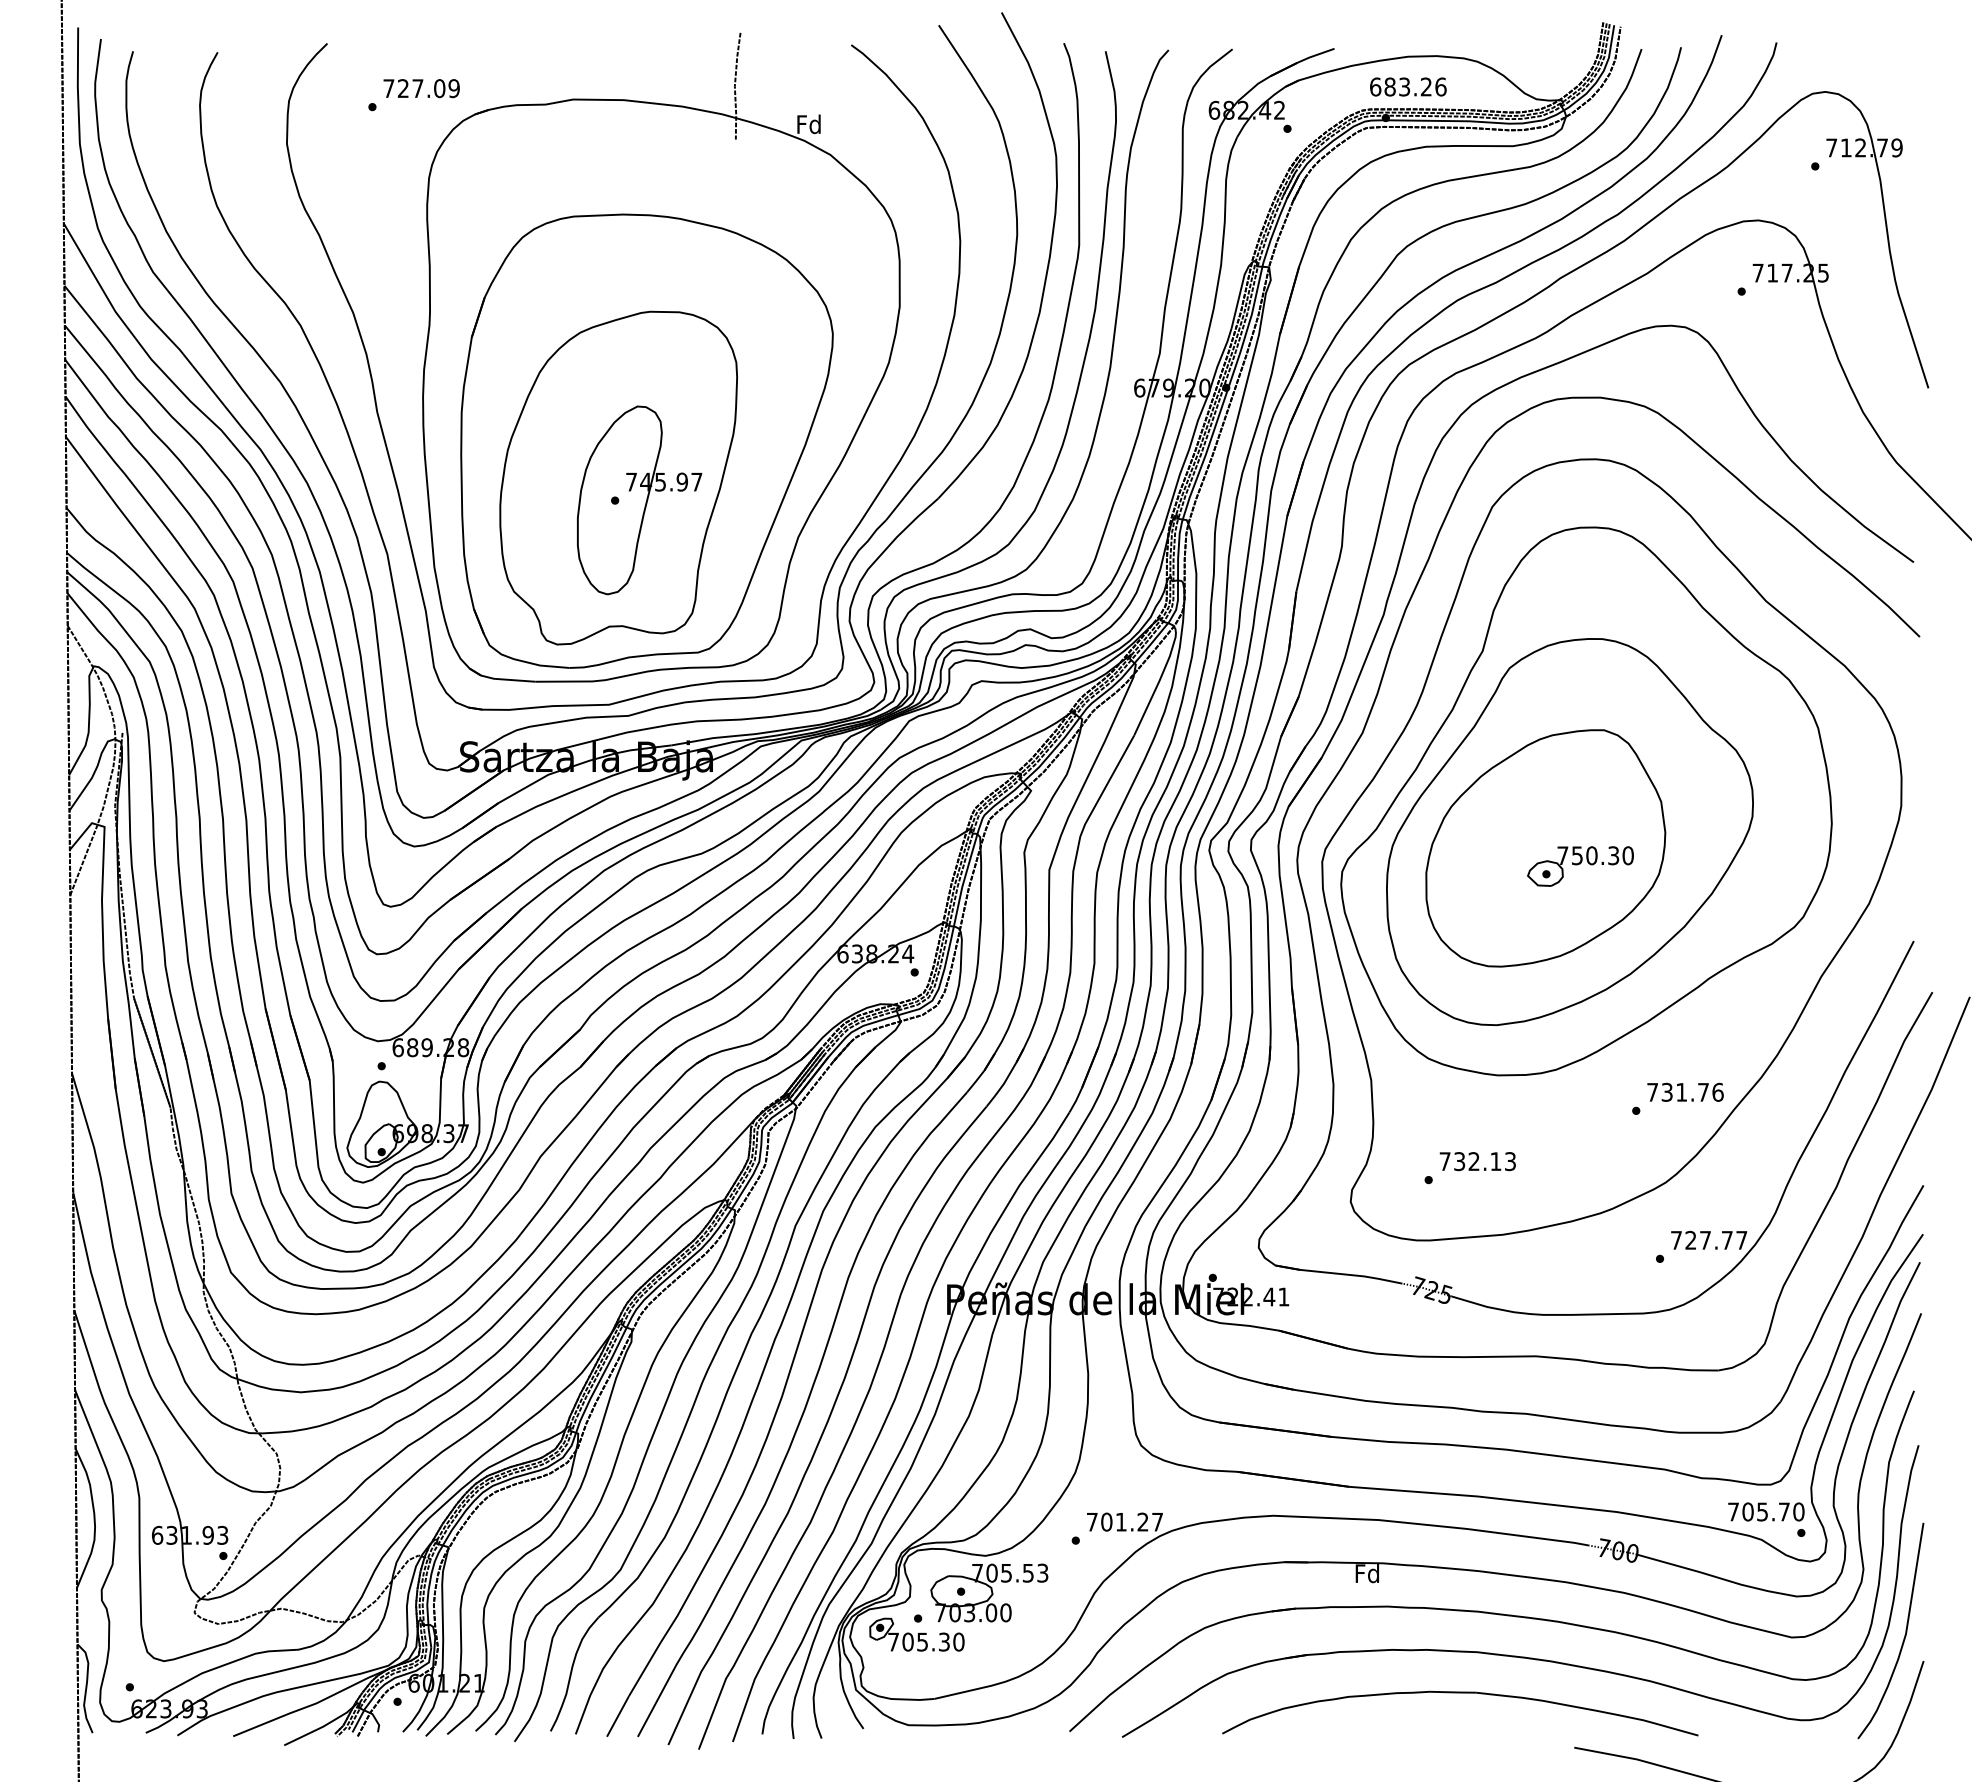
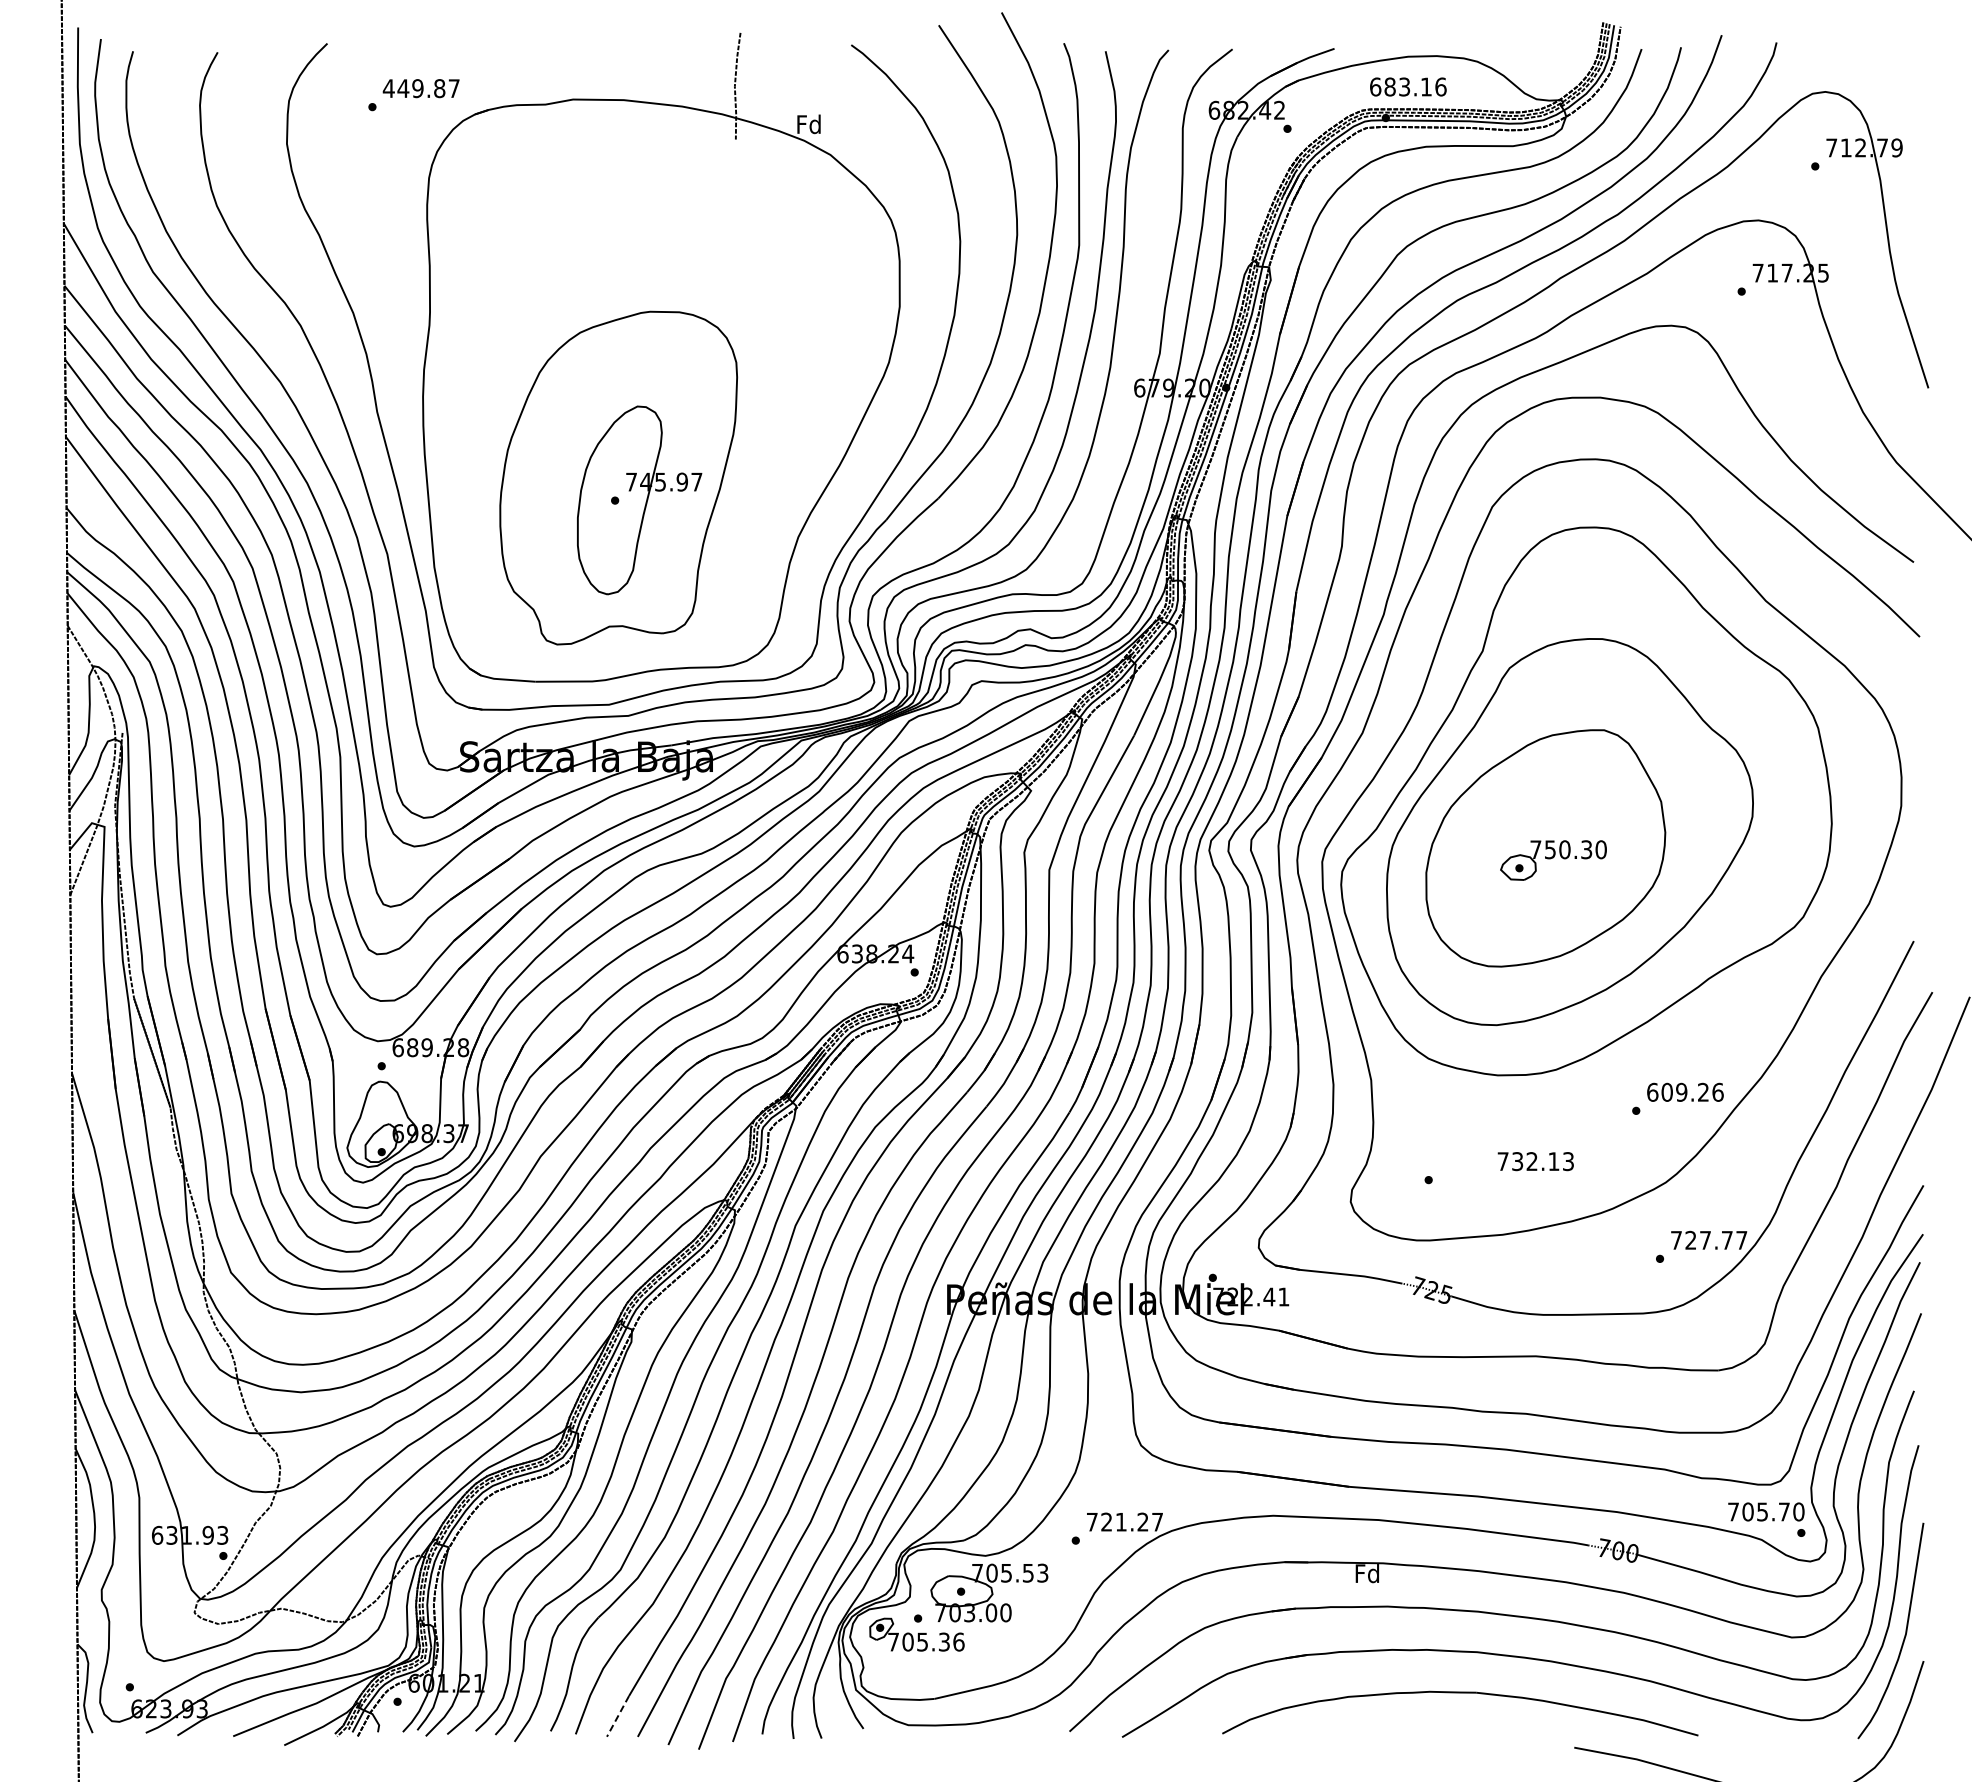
text at (1425, 86): 683.26 -> 683.16
text at (420, 88): 727.09 -> 449.87
part at (646, 440): present -> none
part at (1580, 866) position: (1580, 866) -> (1553, 860)
text at (1677, 1091): 731.76 -> 609.26
text at (1477, 1161) position: (1477, 1161) -> (1535, 1161)
text at (1106, 1521): 701.27 -> 721.27
text at (958, 1641): 705.30 -> 705.36
line at (617, 1716): solid -> dashed
